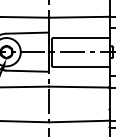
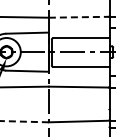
line at (79, 17): solid -> dashed
line at (24, 121): solid -> dashed
